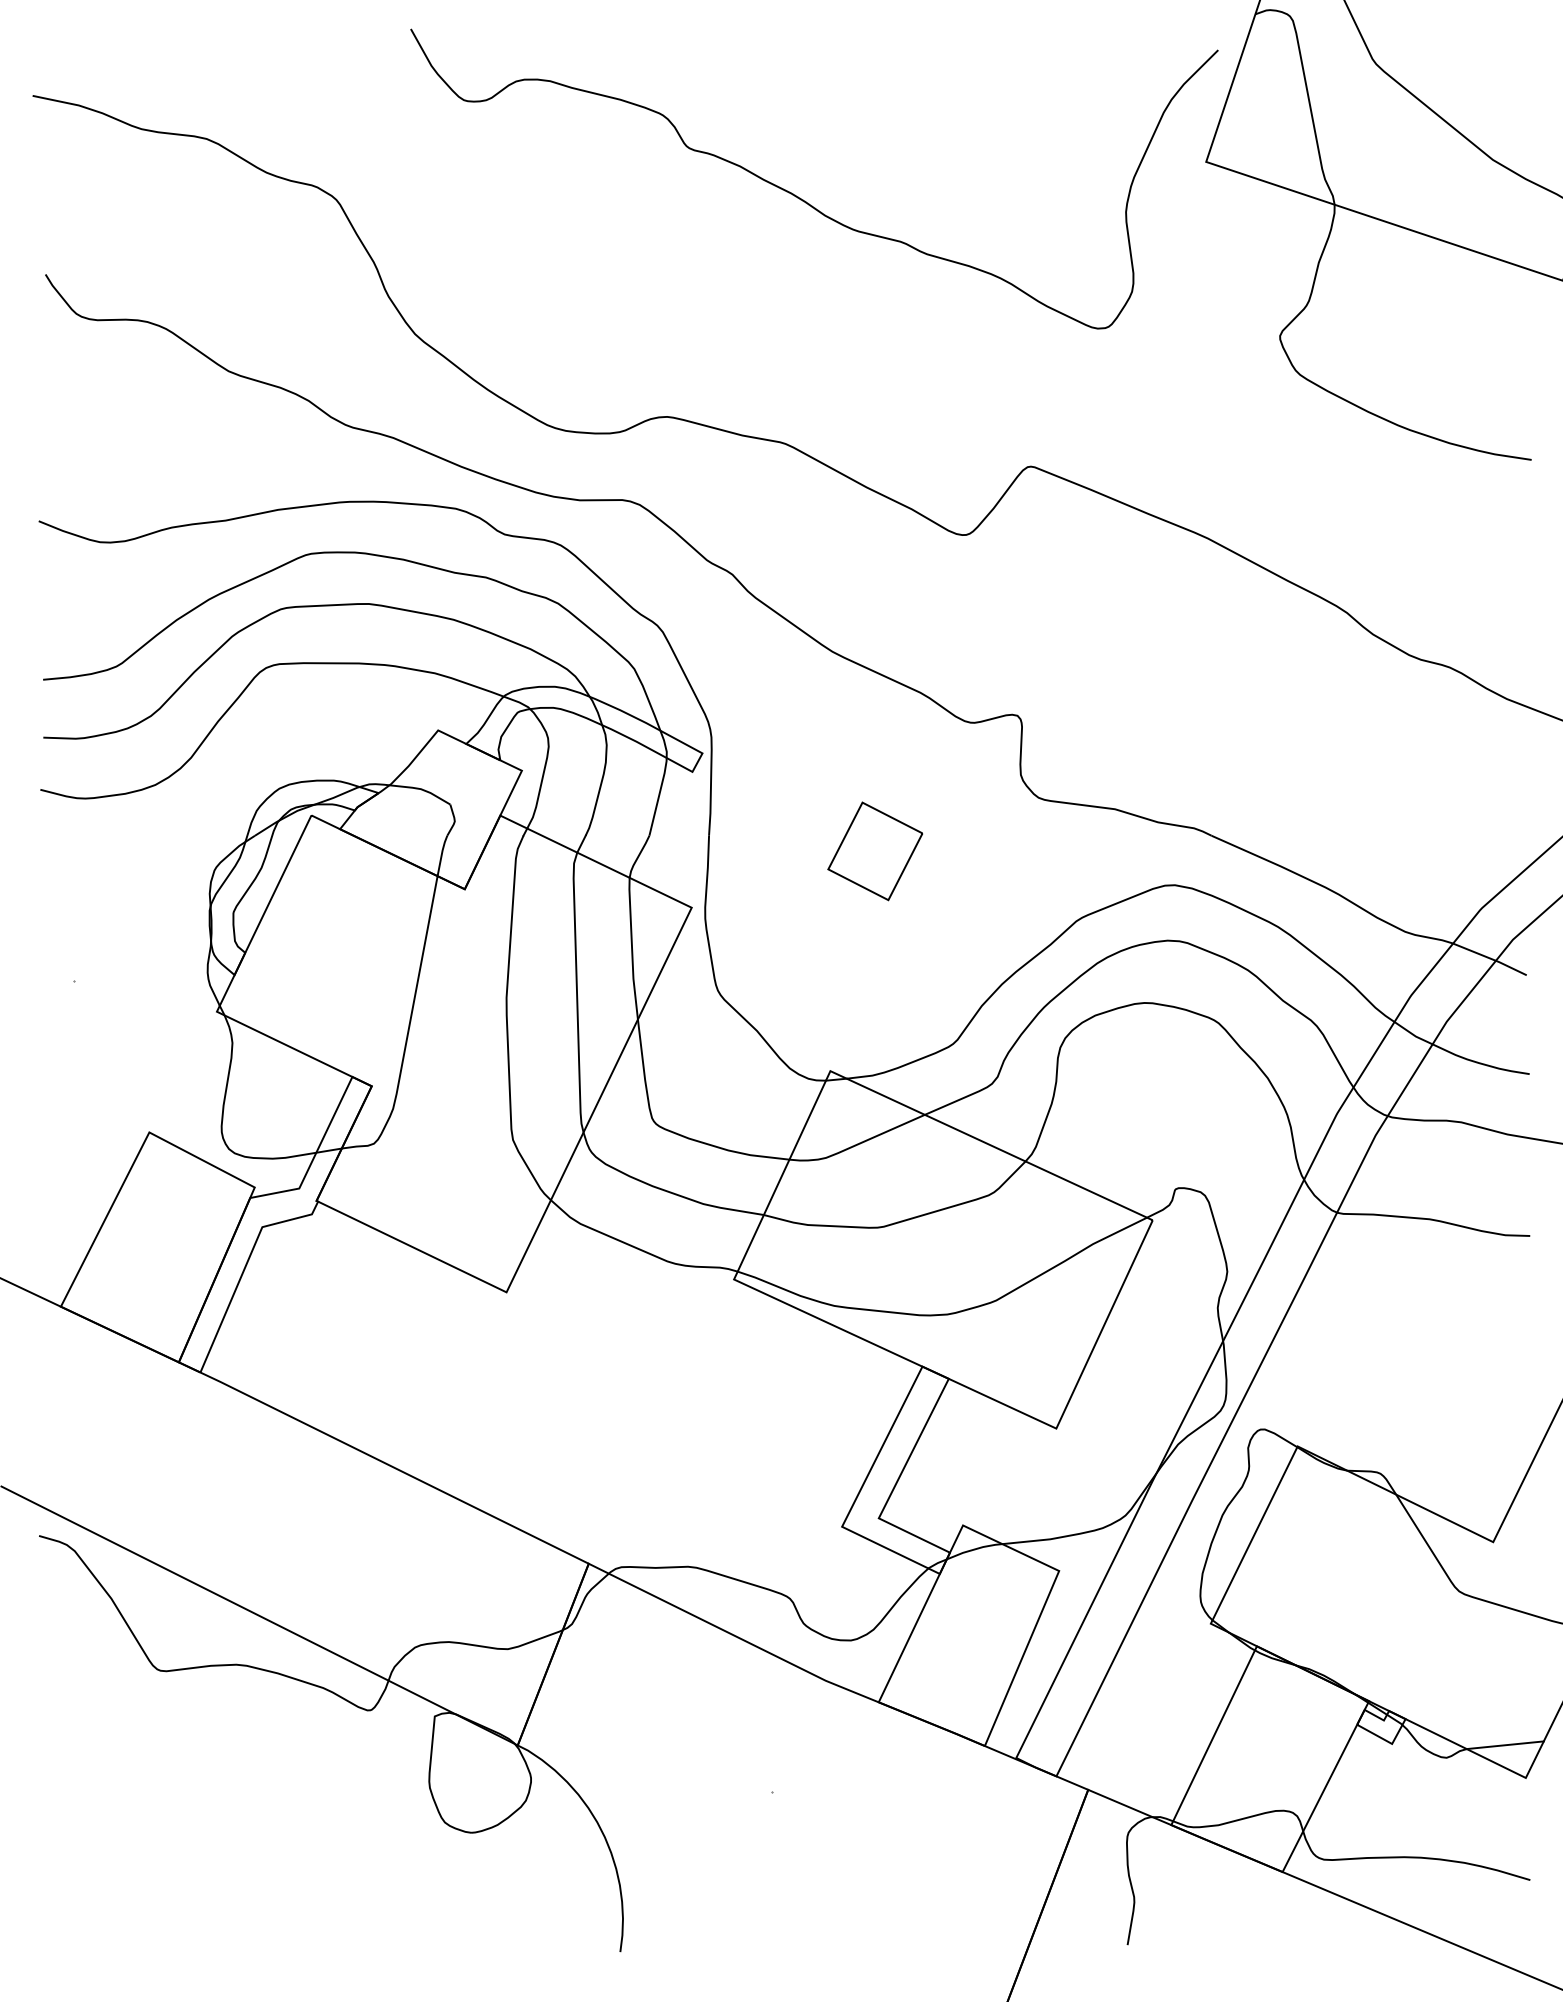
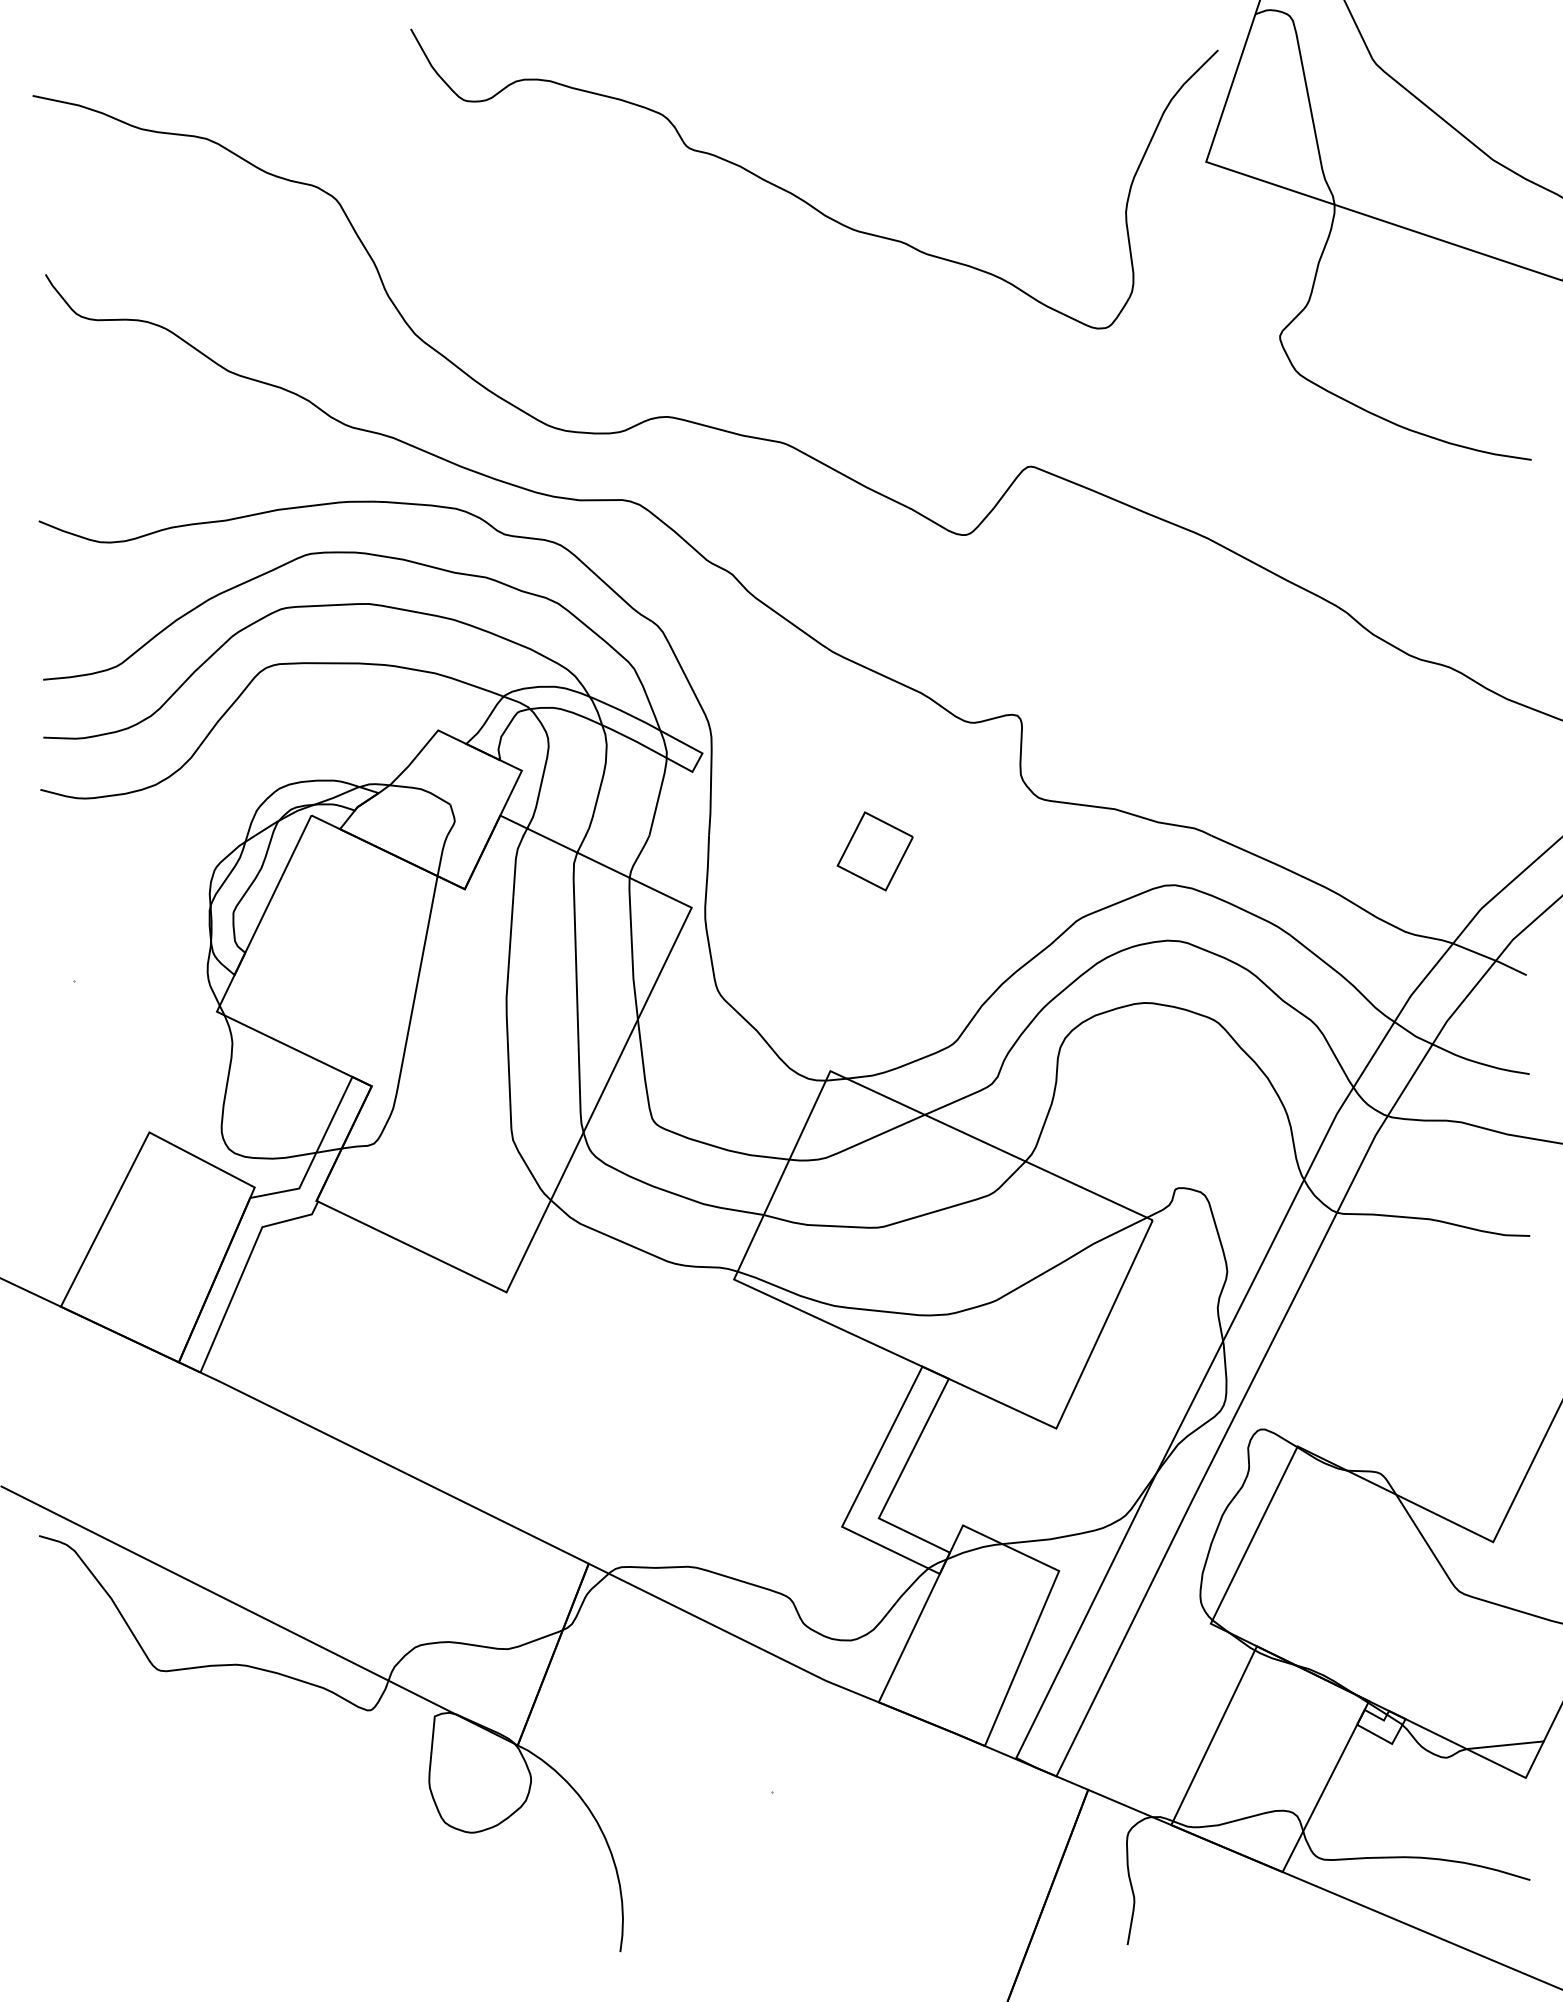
part at (874, 851) size: 96x101 px -> 78x81 px
